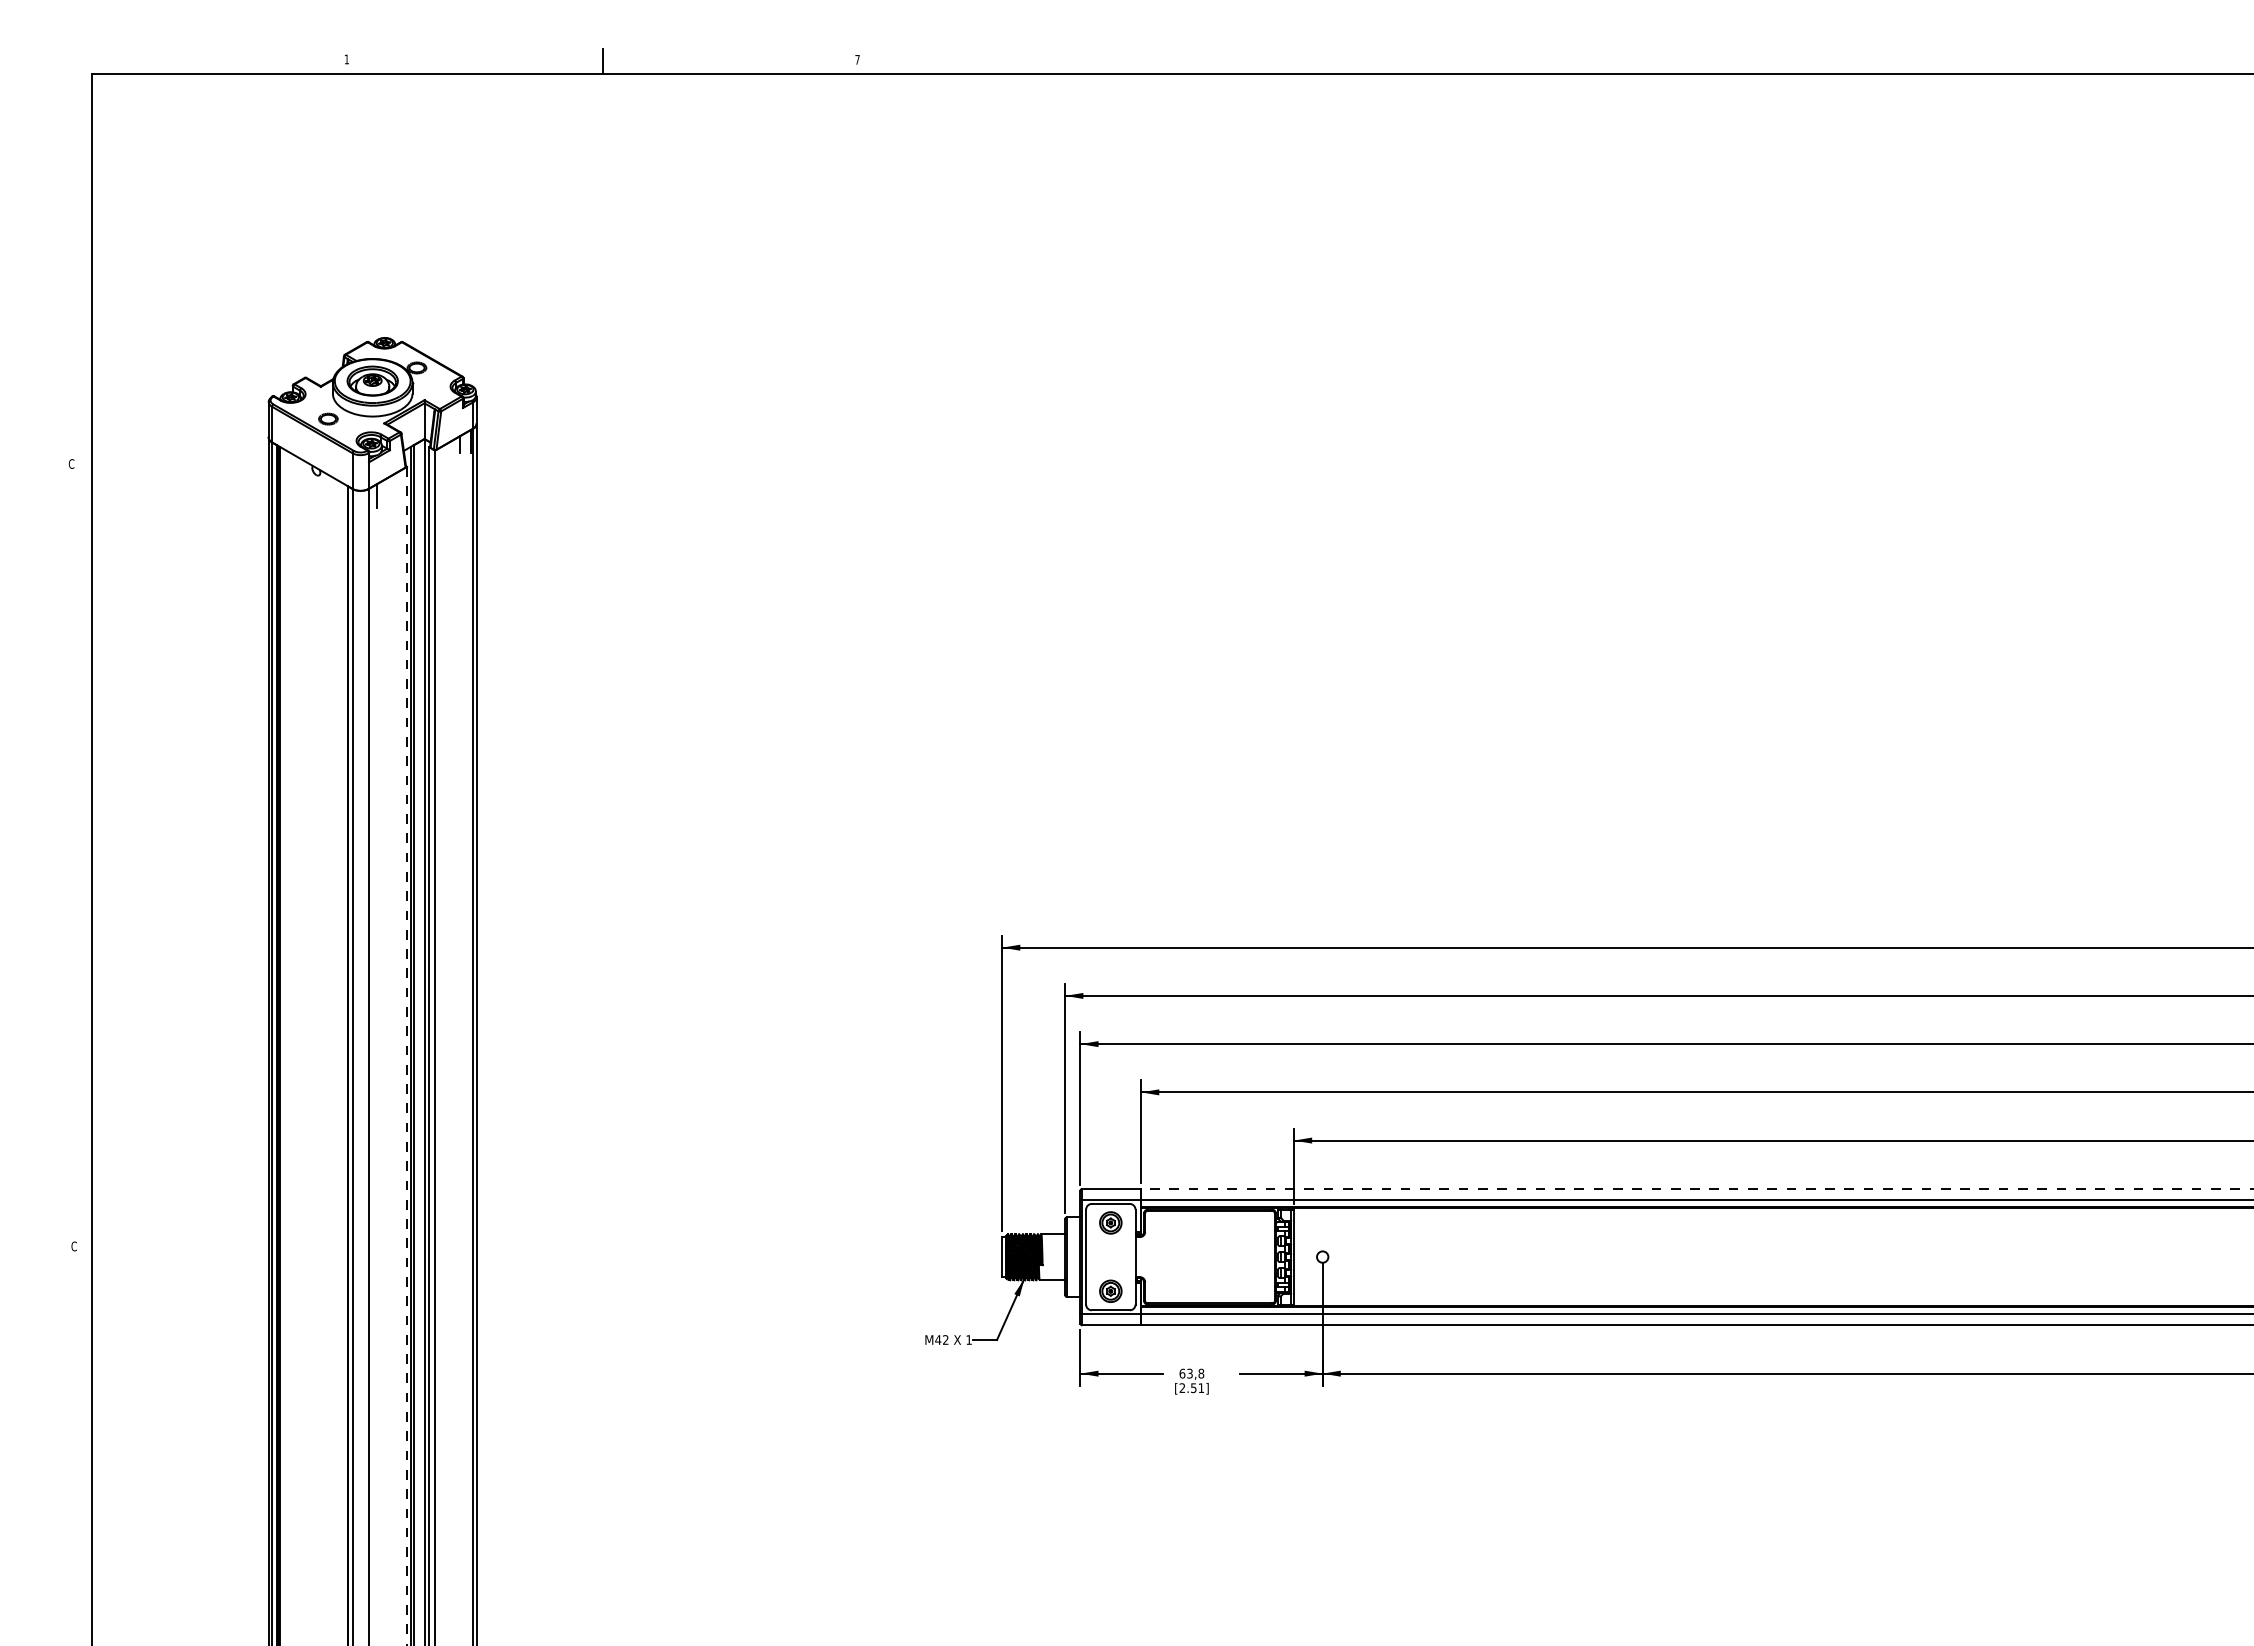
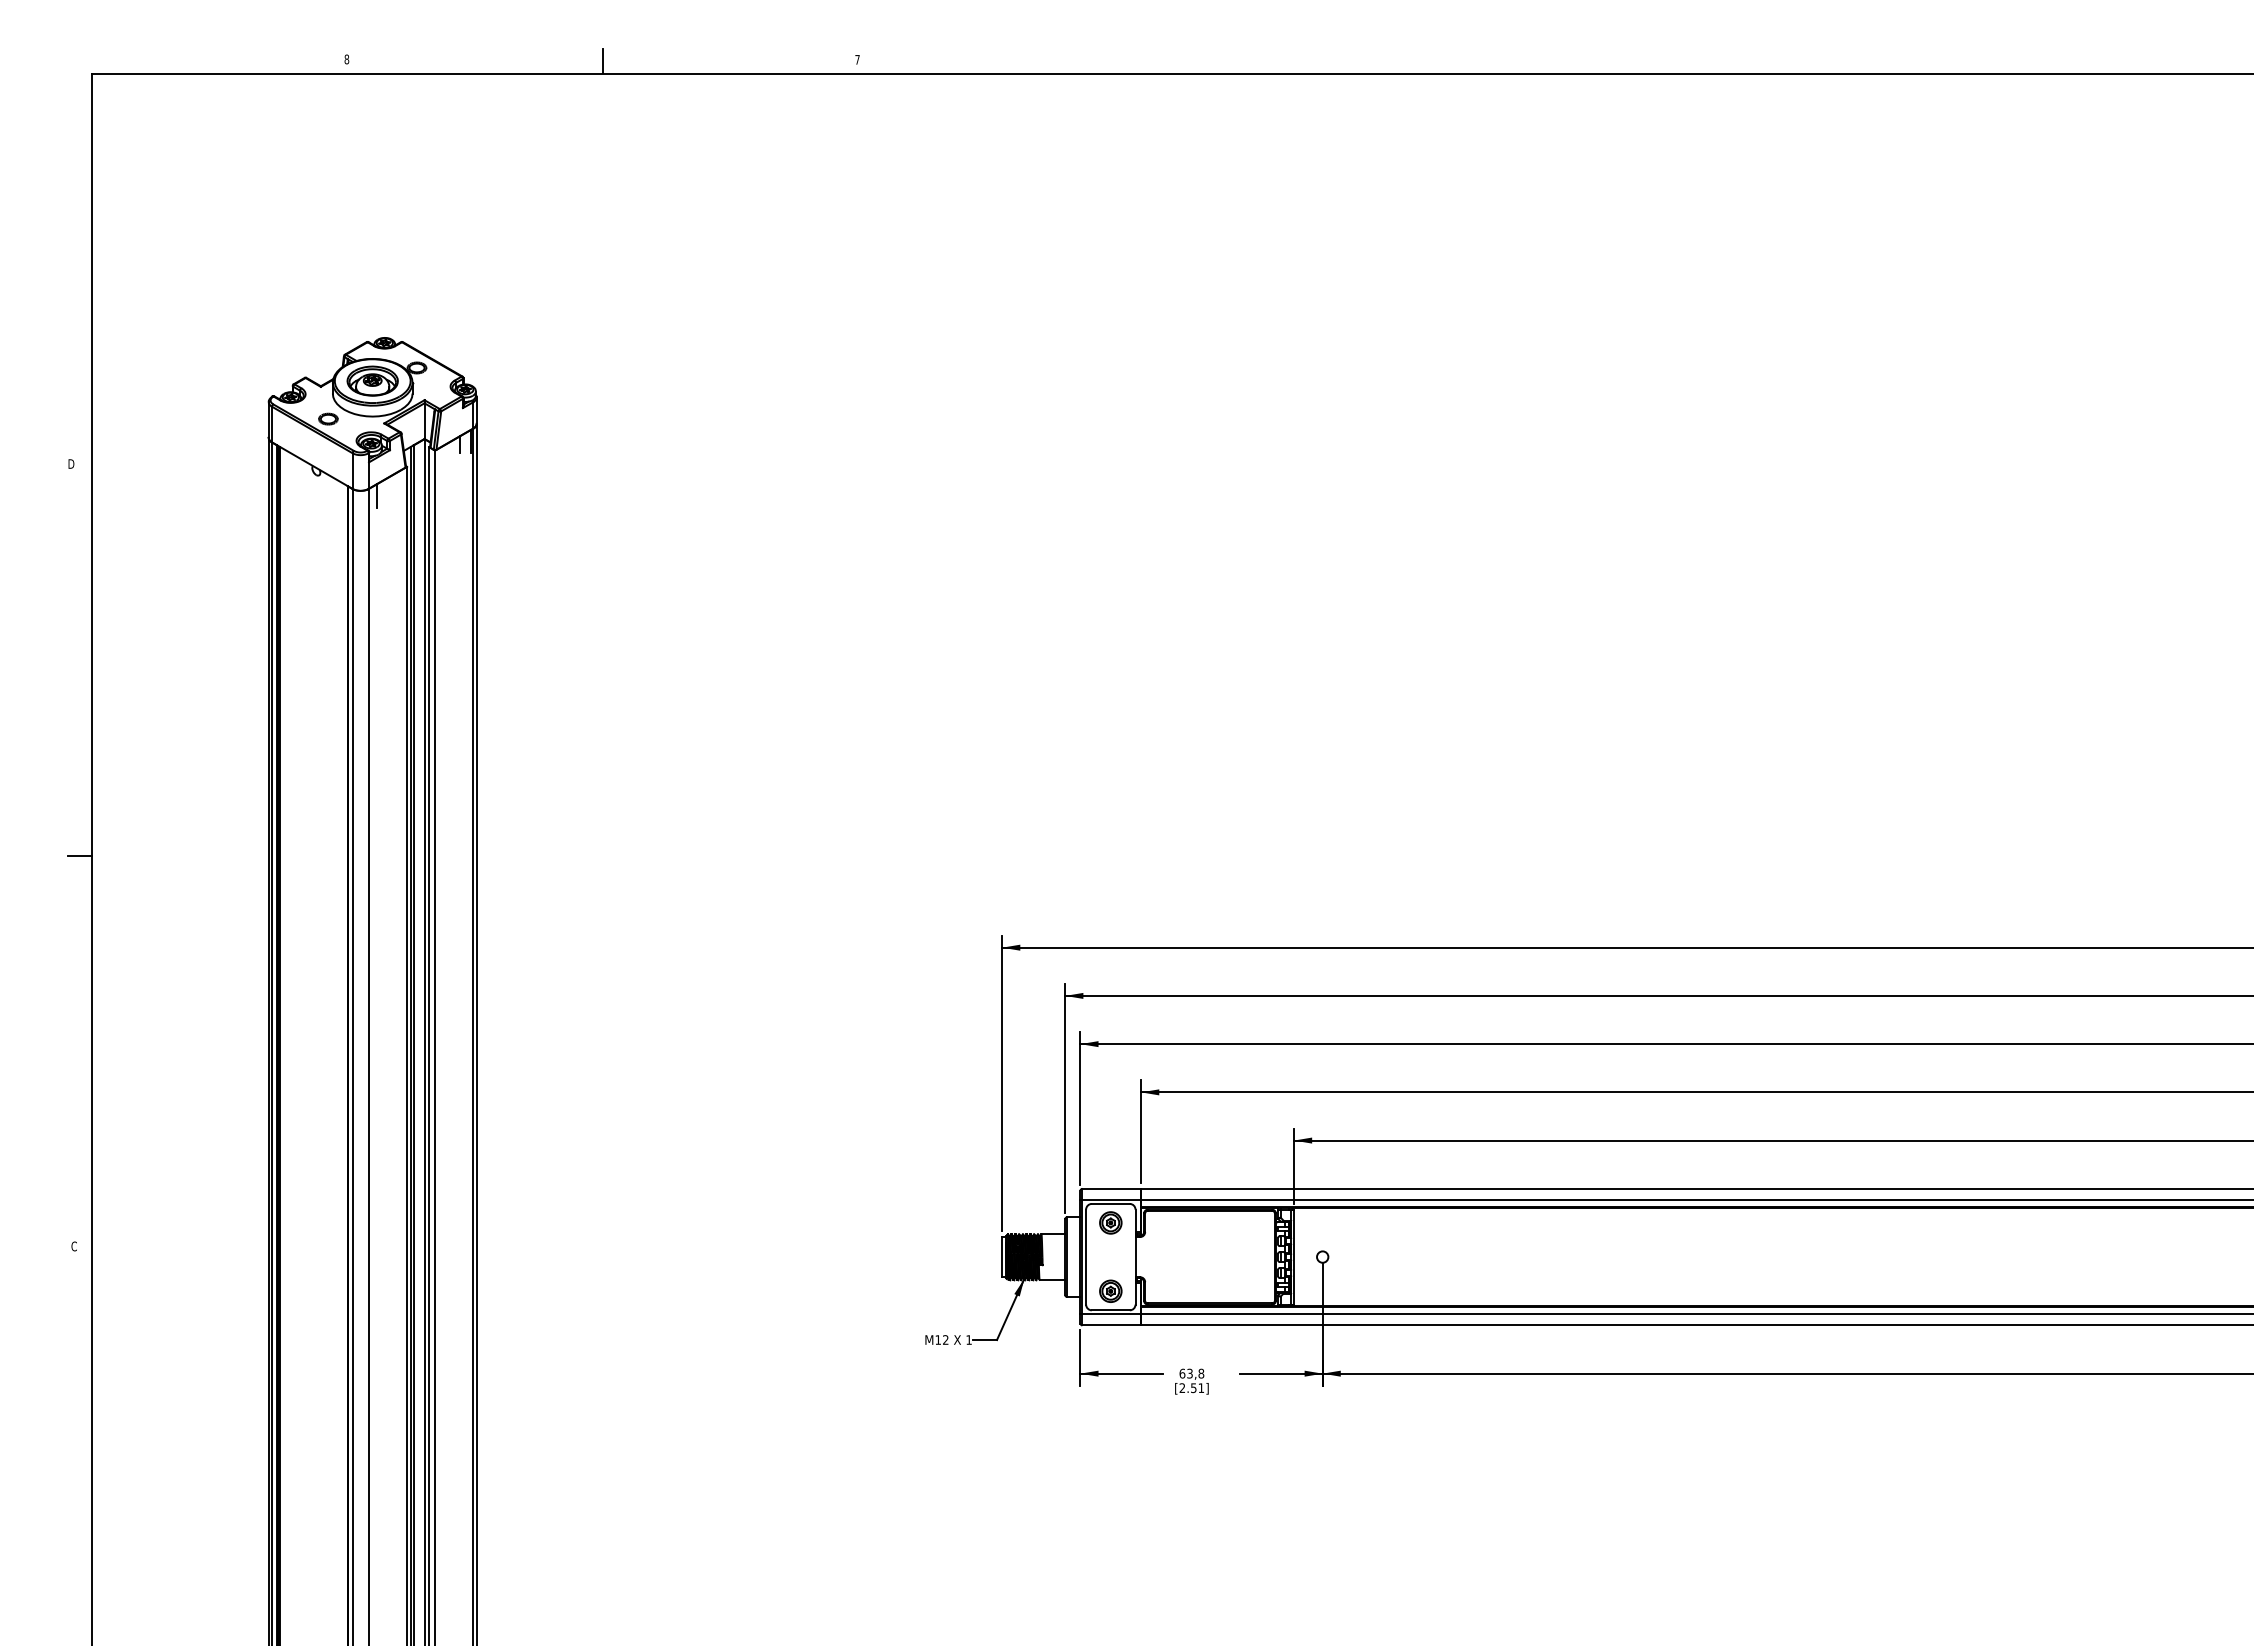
text at (346, 59): 1 -> 8
text at (71, 463): C -> D
line at (79, 855): none -> present
line at (406, 1056): dashed -> solid
line at (1697, 1188): dashed -> solid
text at (938, 1339): M42 -> M12
